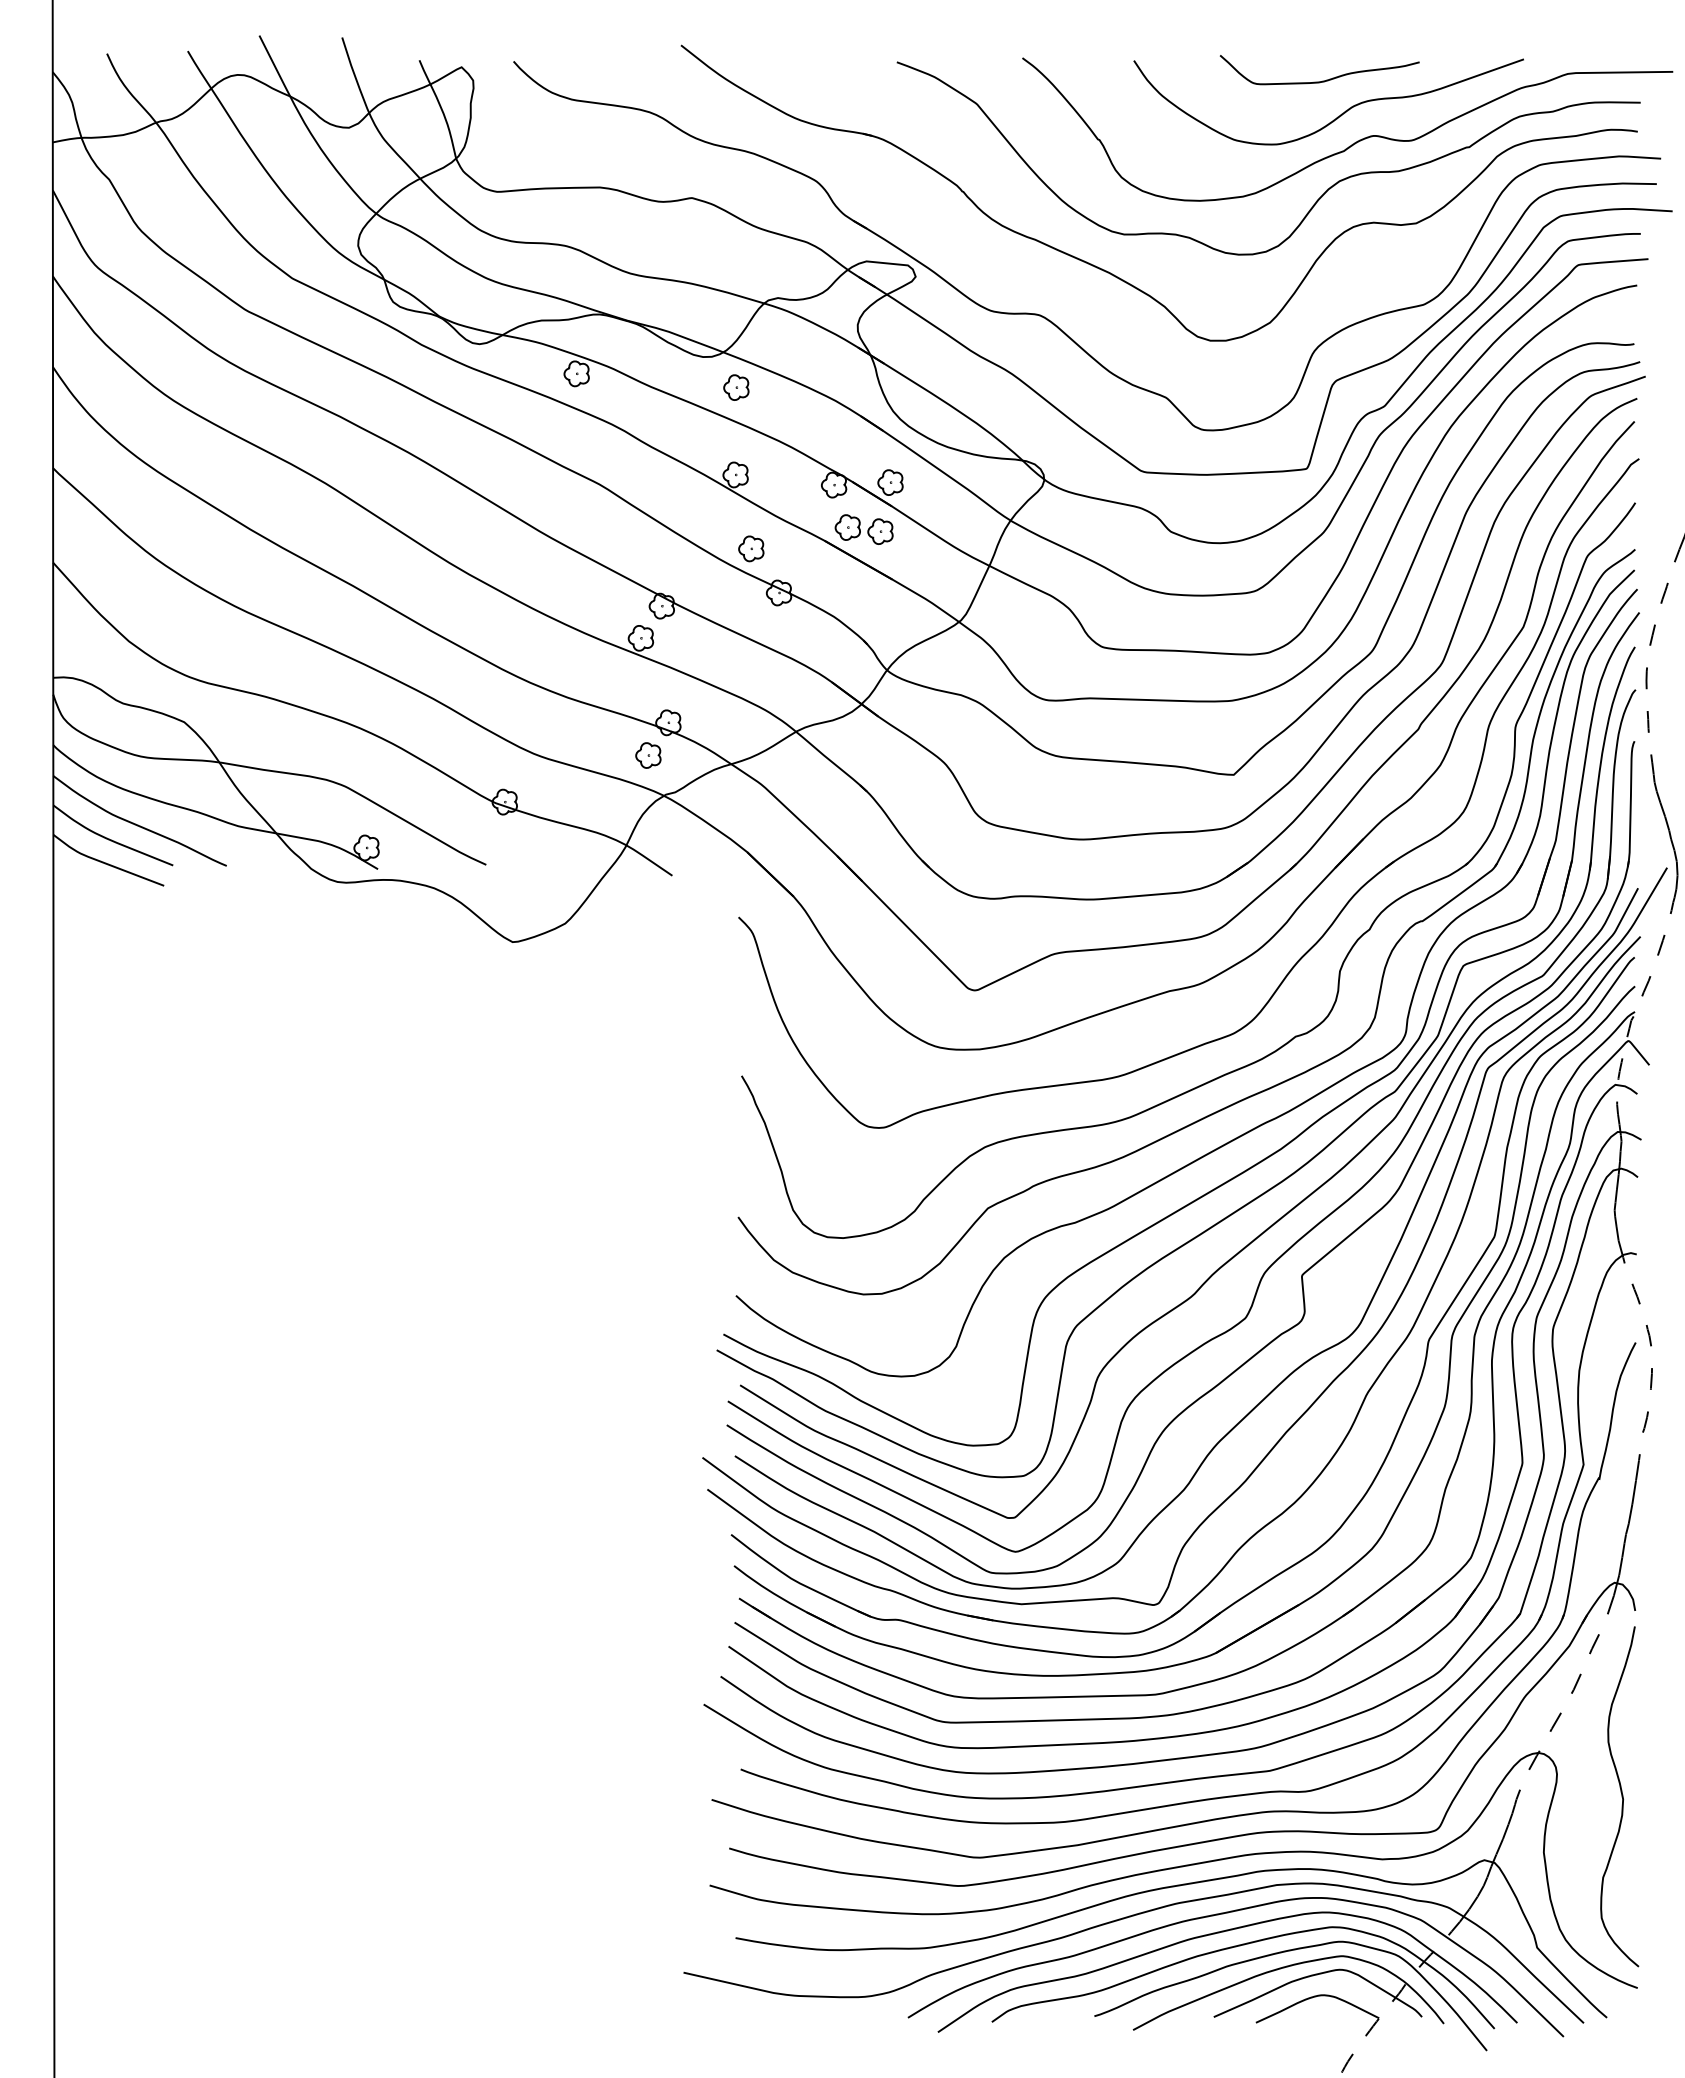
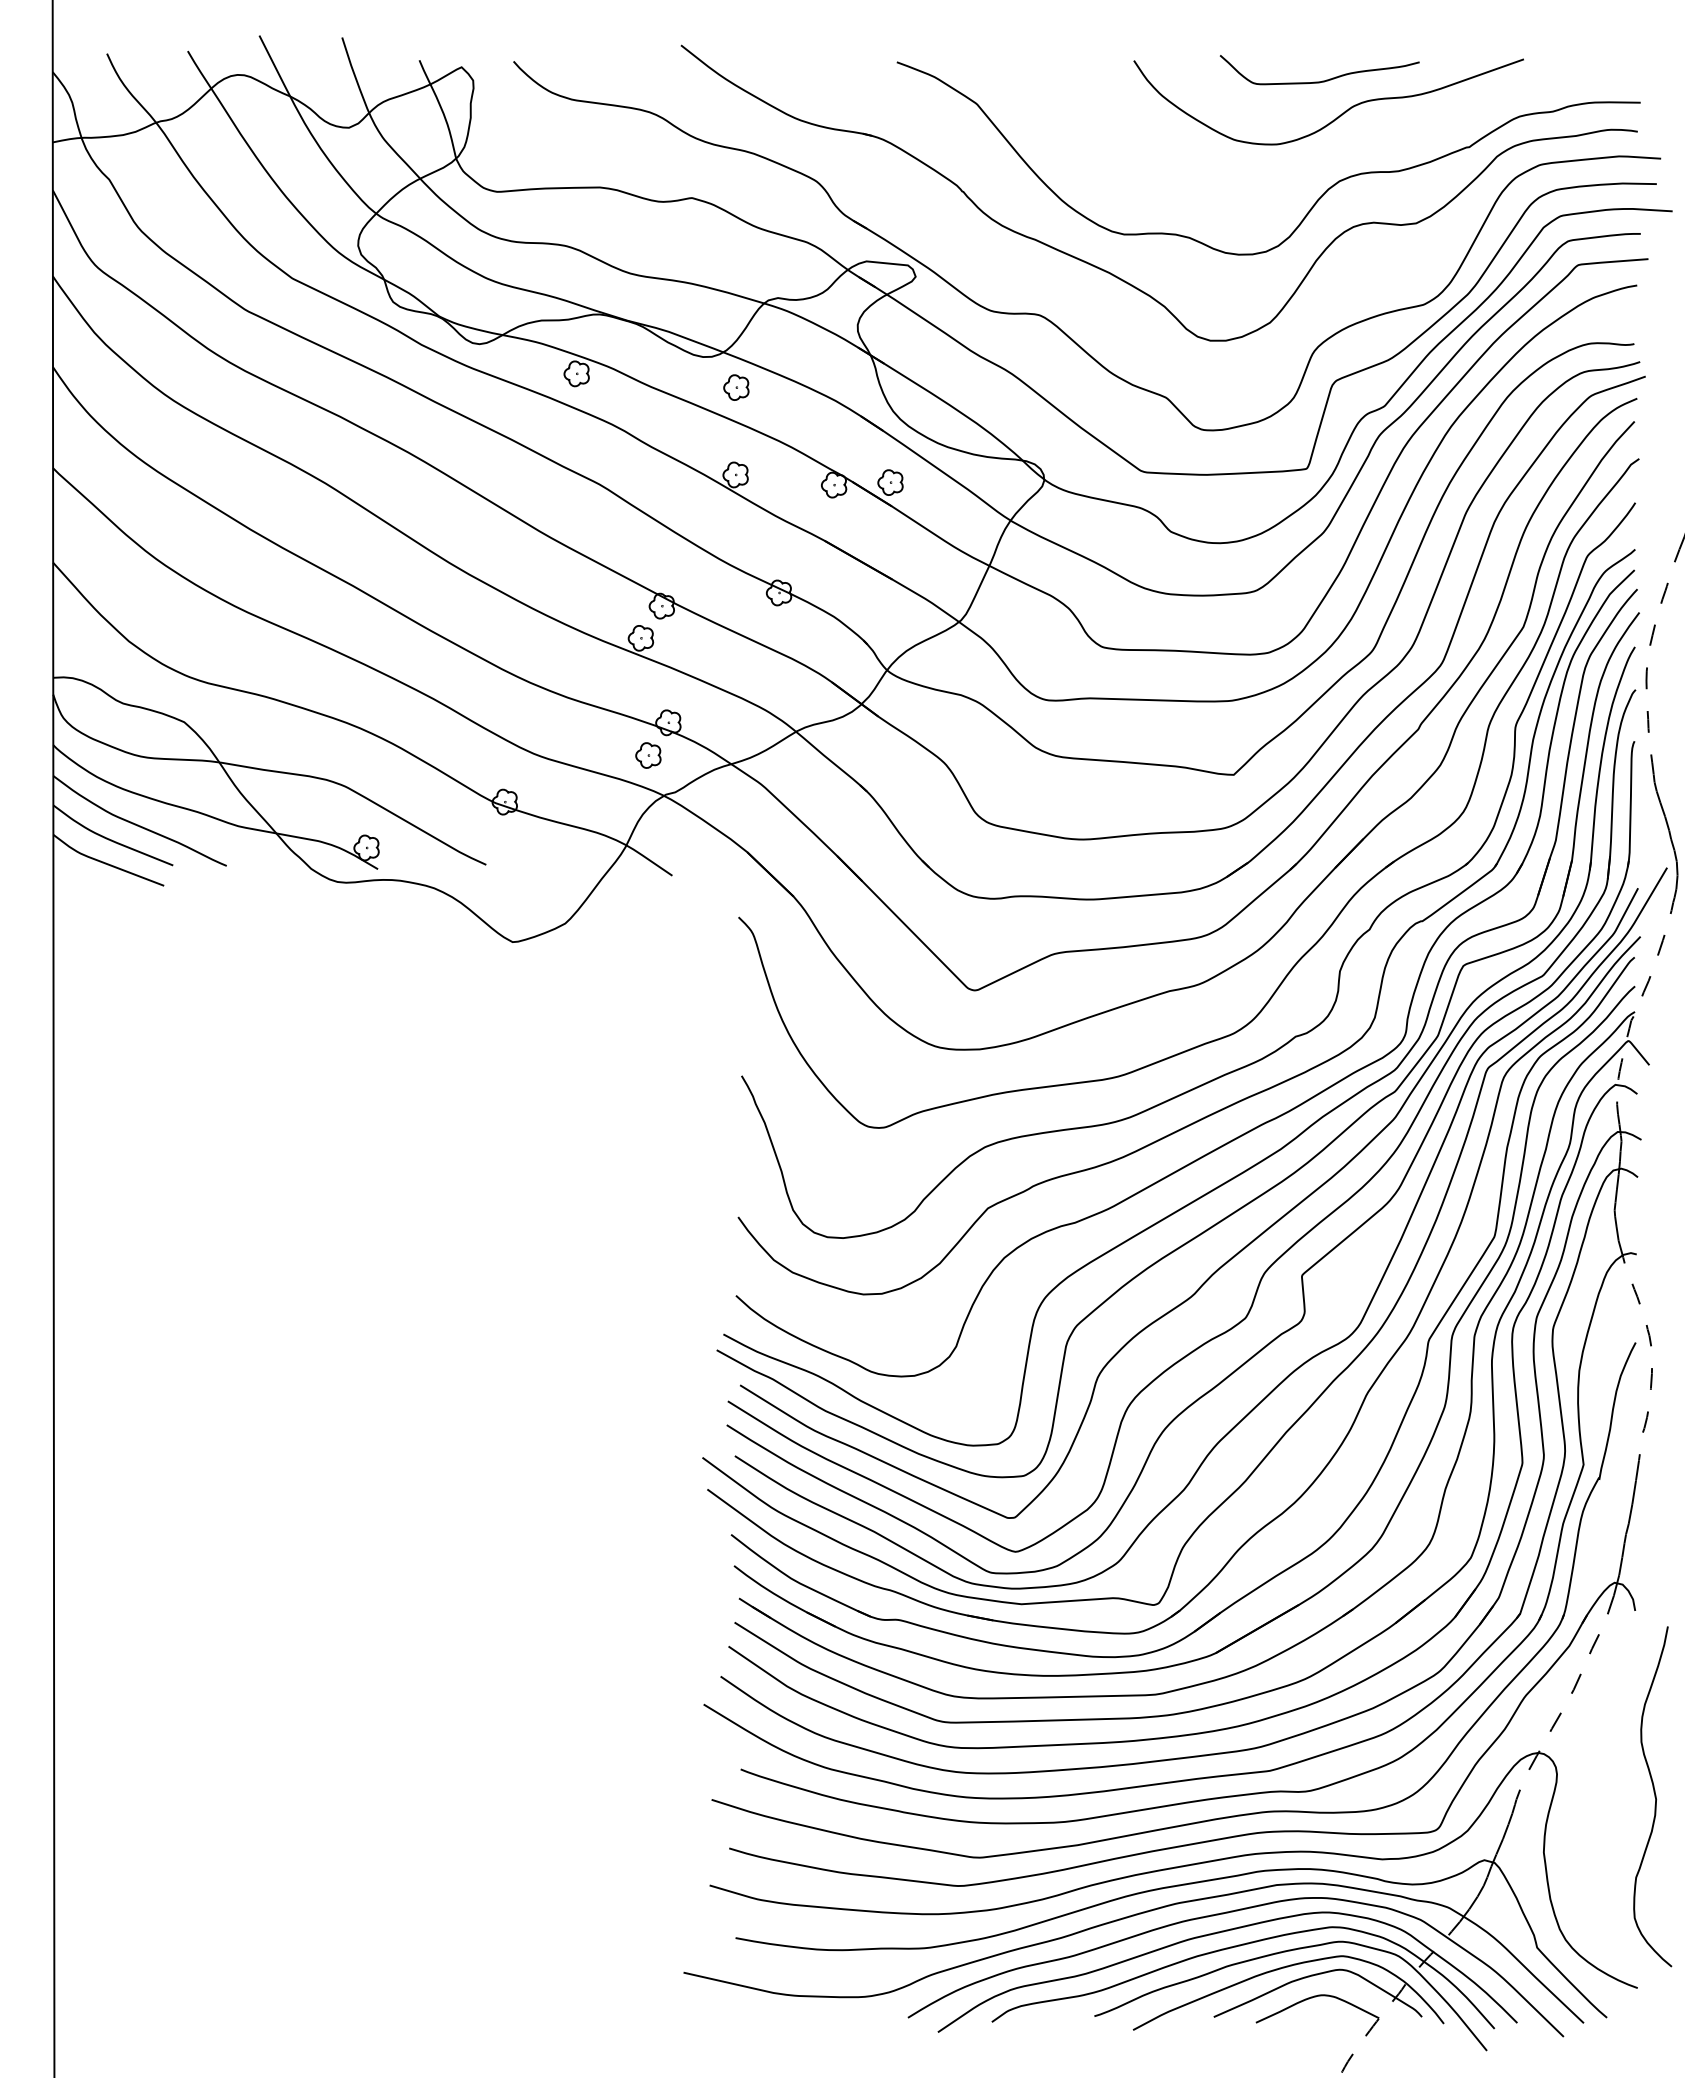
curve at (1354, 142): present -> none
part at (863, 529): present -> none
part at (751, 548): present -> none
curve at (1621, 1796) position: (1621, 1796) -> (1654, 1796)
